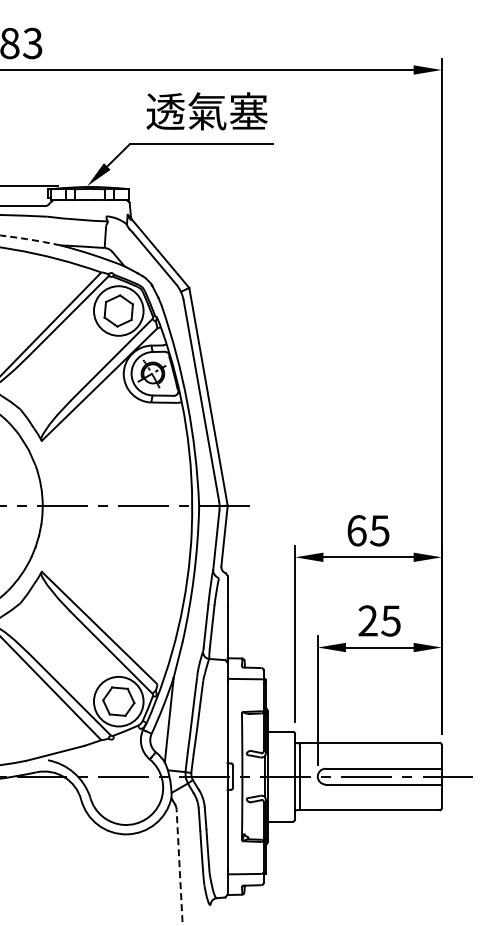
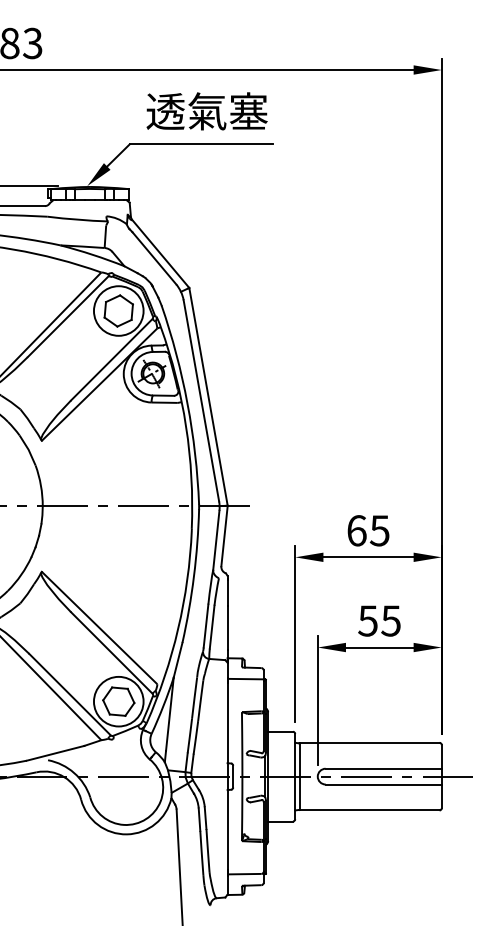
arc at (30, 239): dashed -> solid
text at (367, 620): 25 -> 55
line at (179, 867): dashed -> solid
